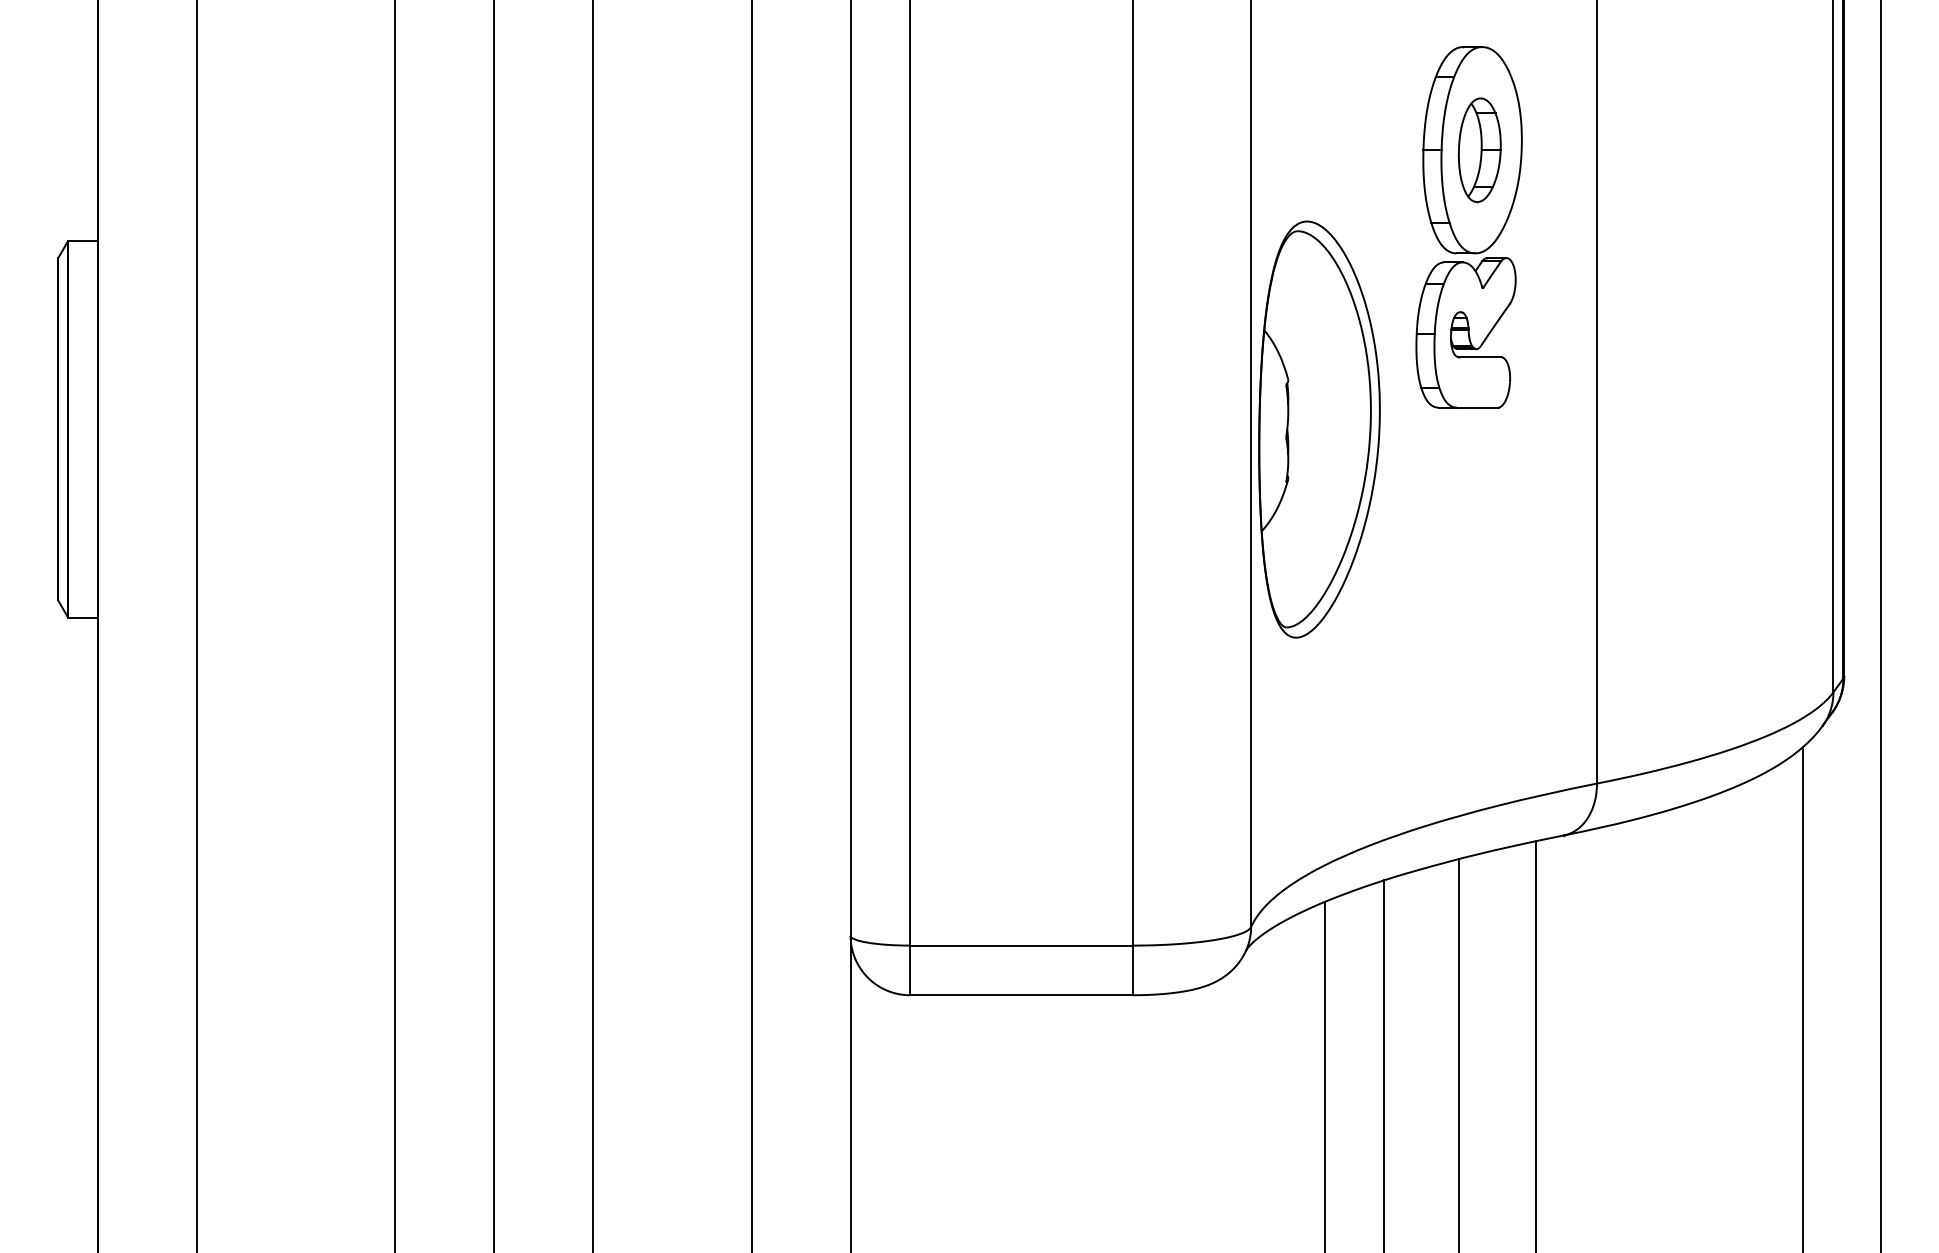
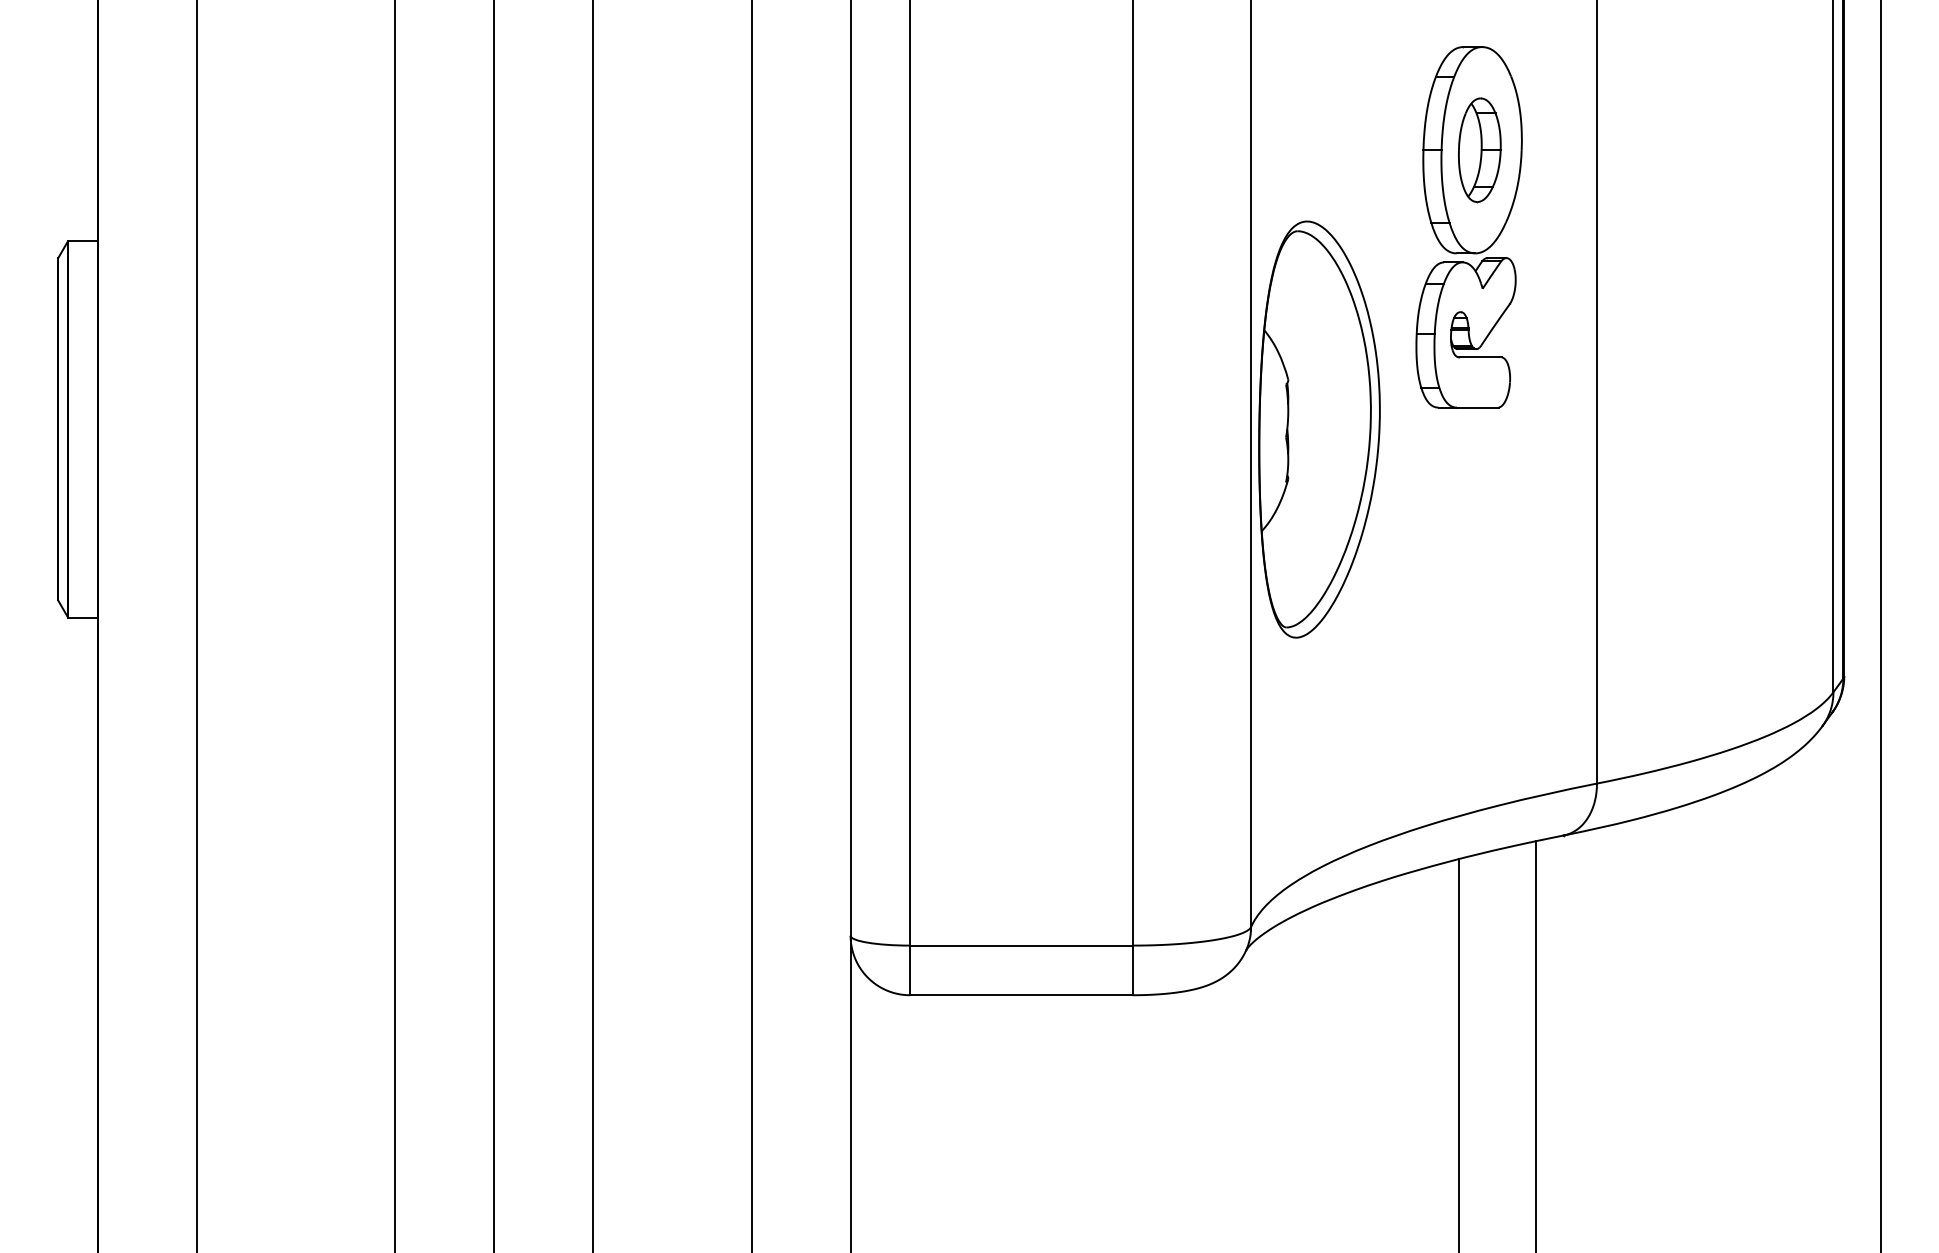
line at (1803, 998): present -> none
line at (1383, 1064): present -> none
line at (1325, 1075): present -> none
